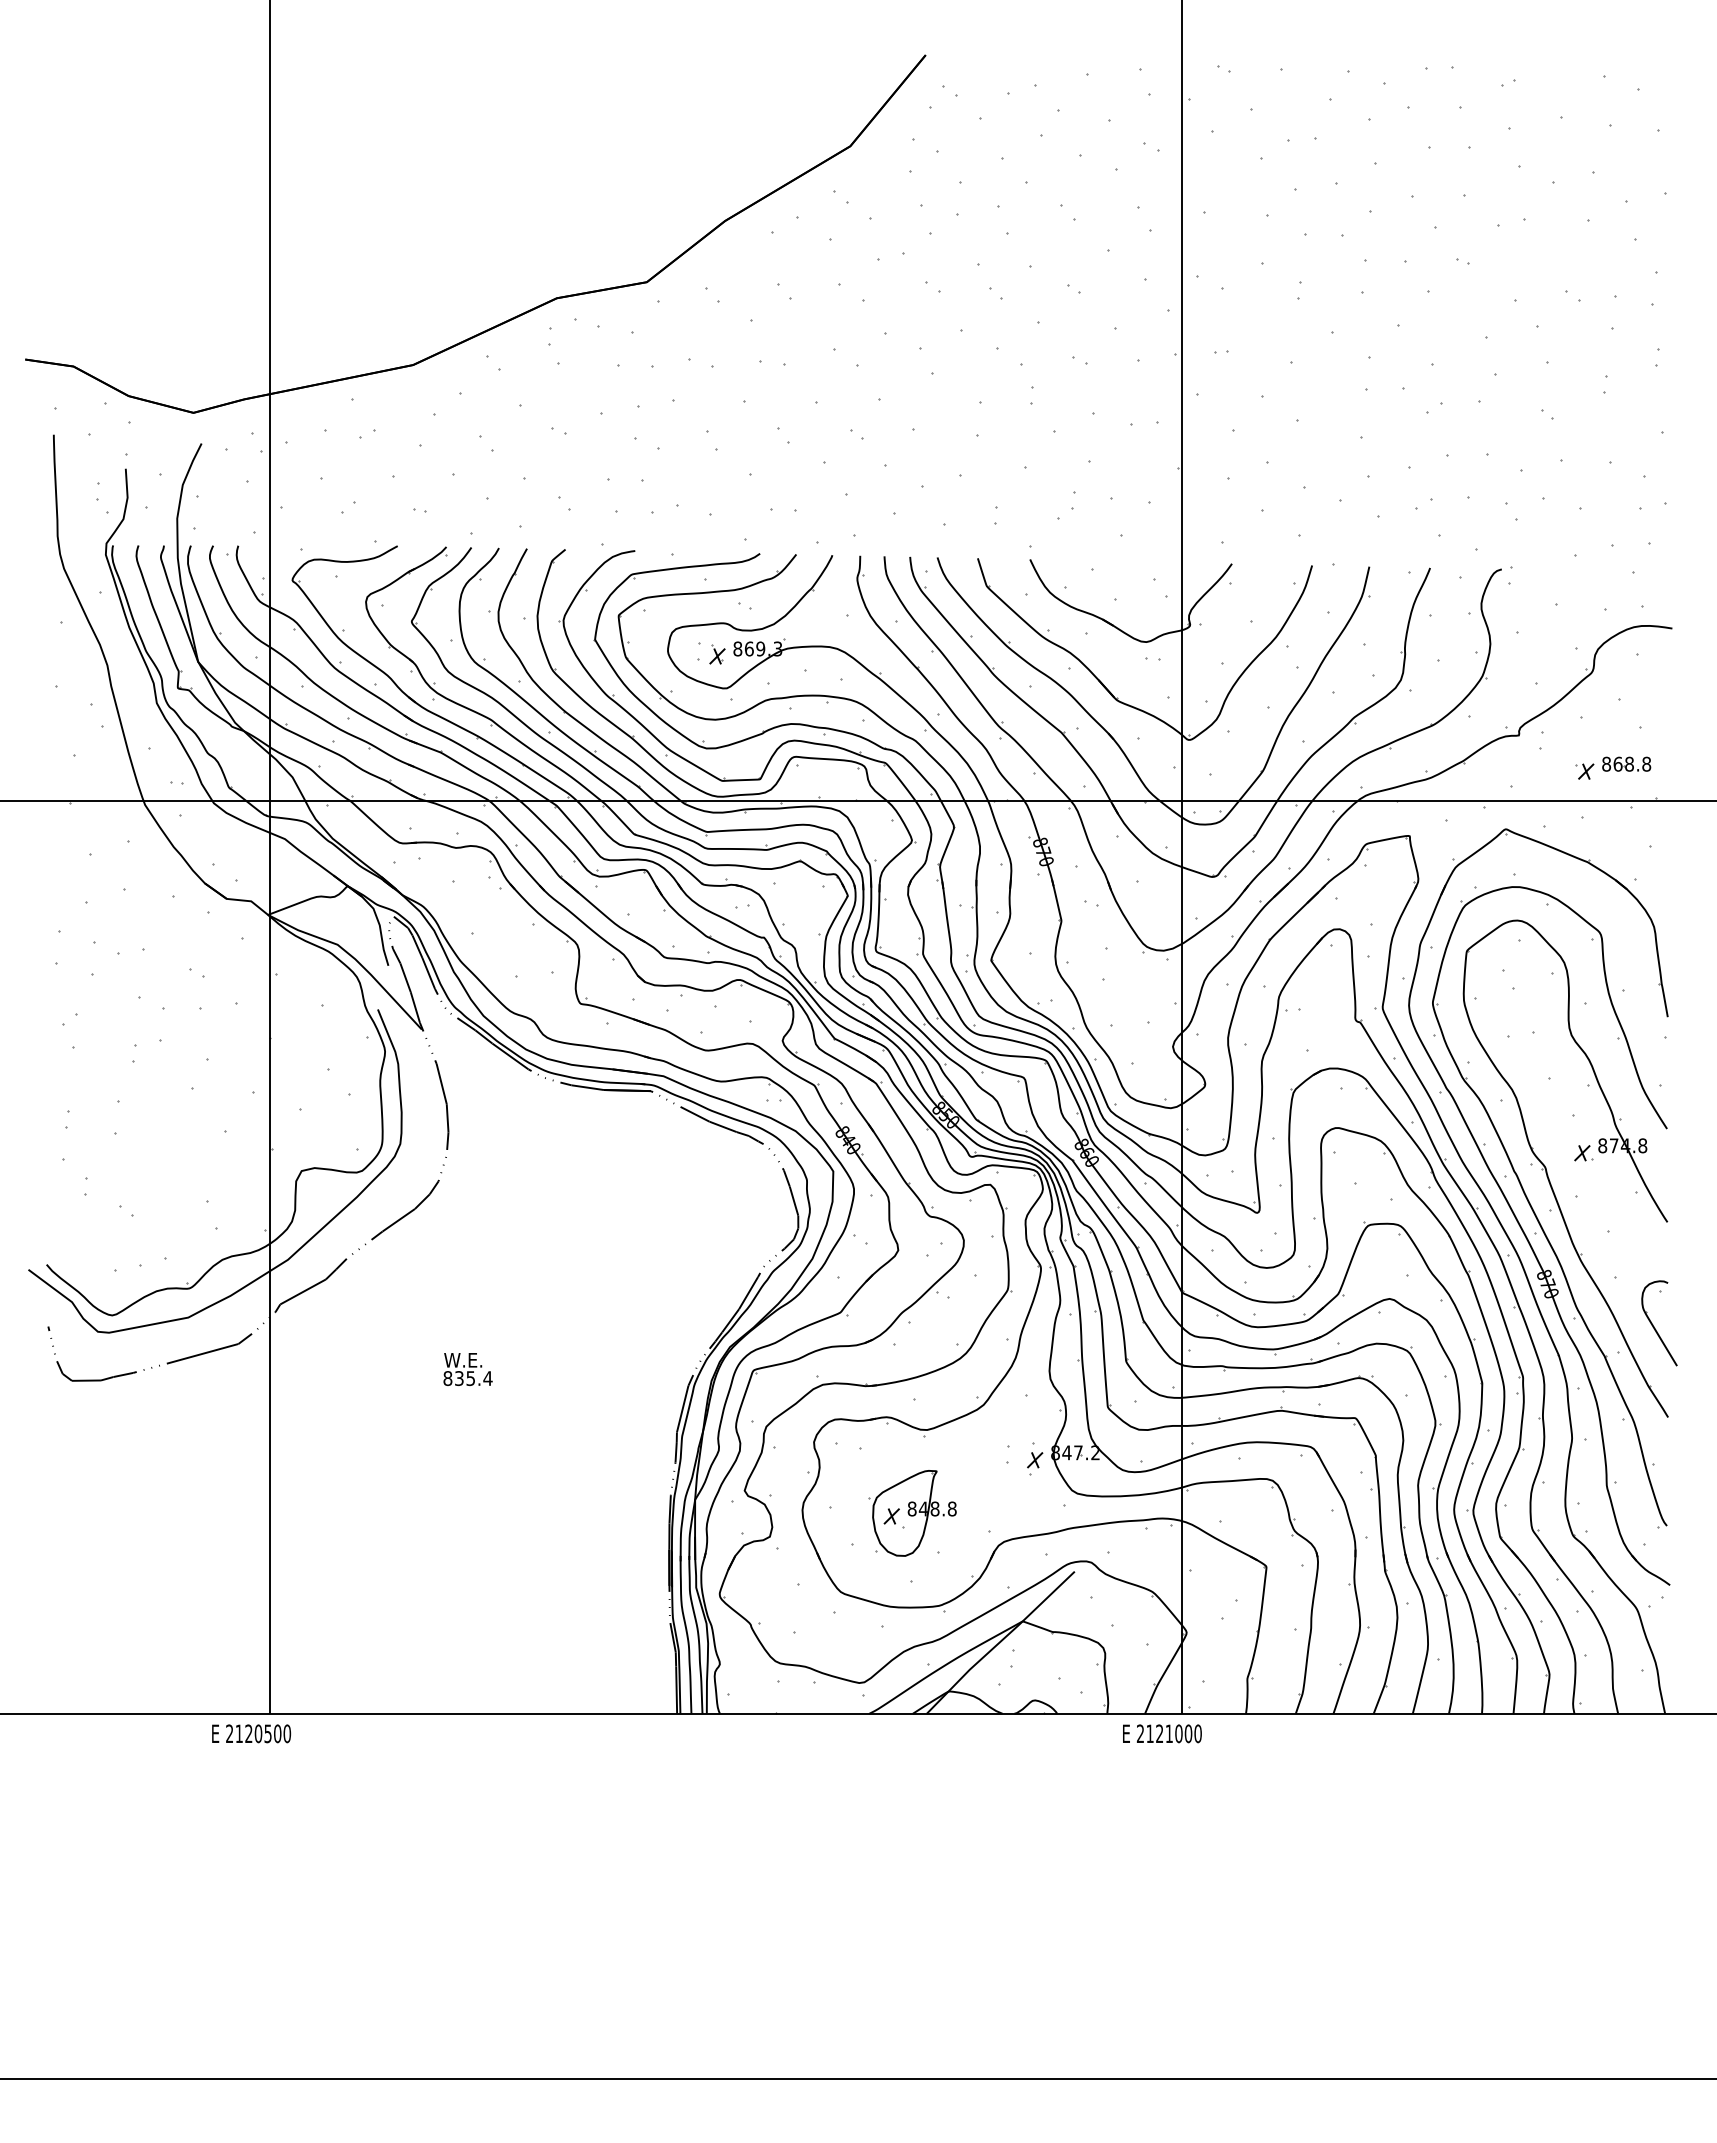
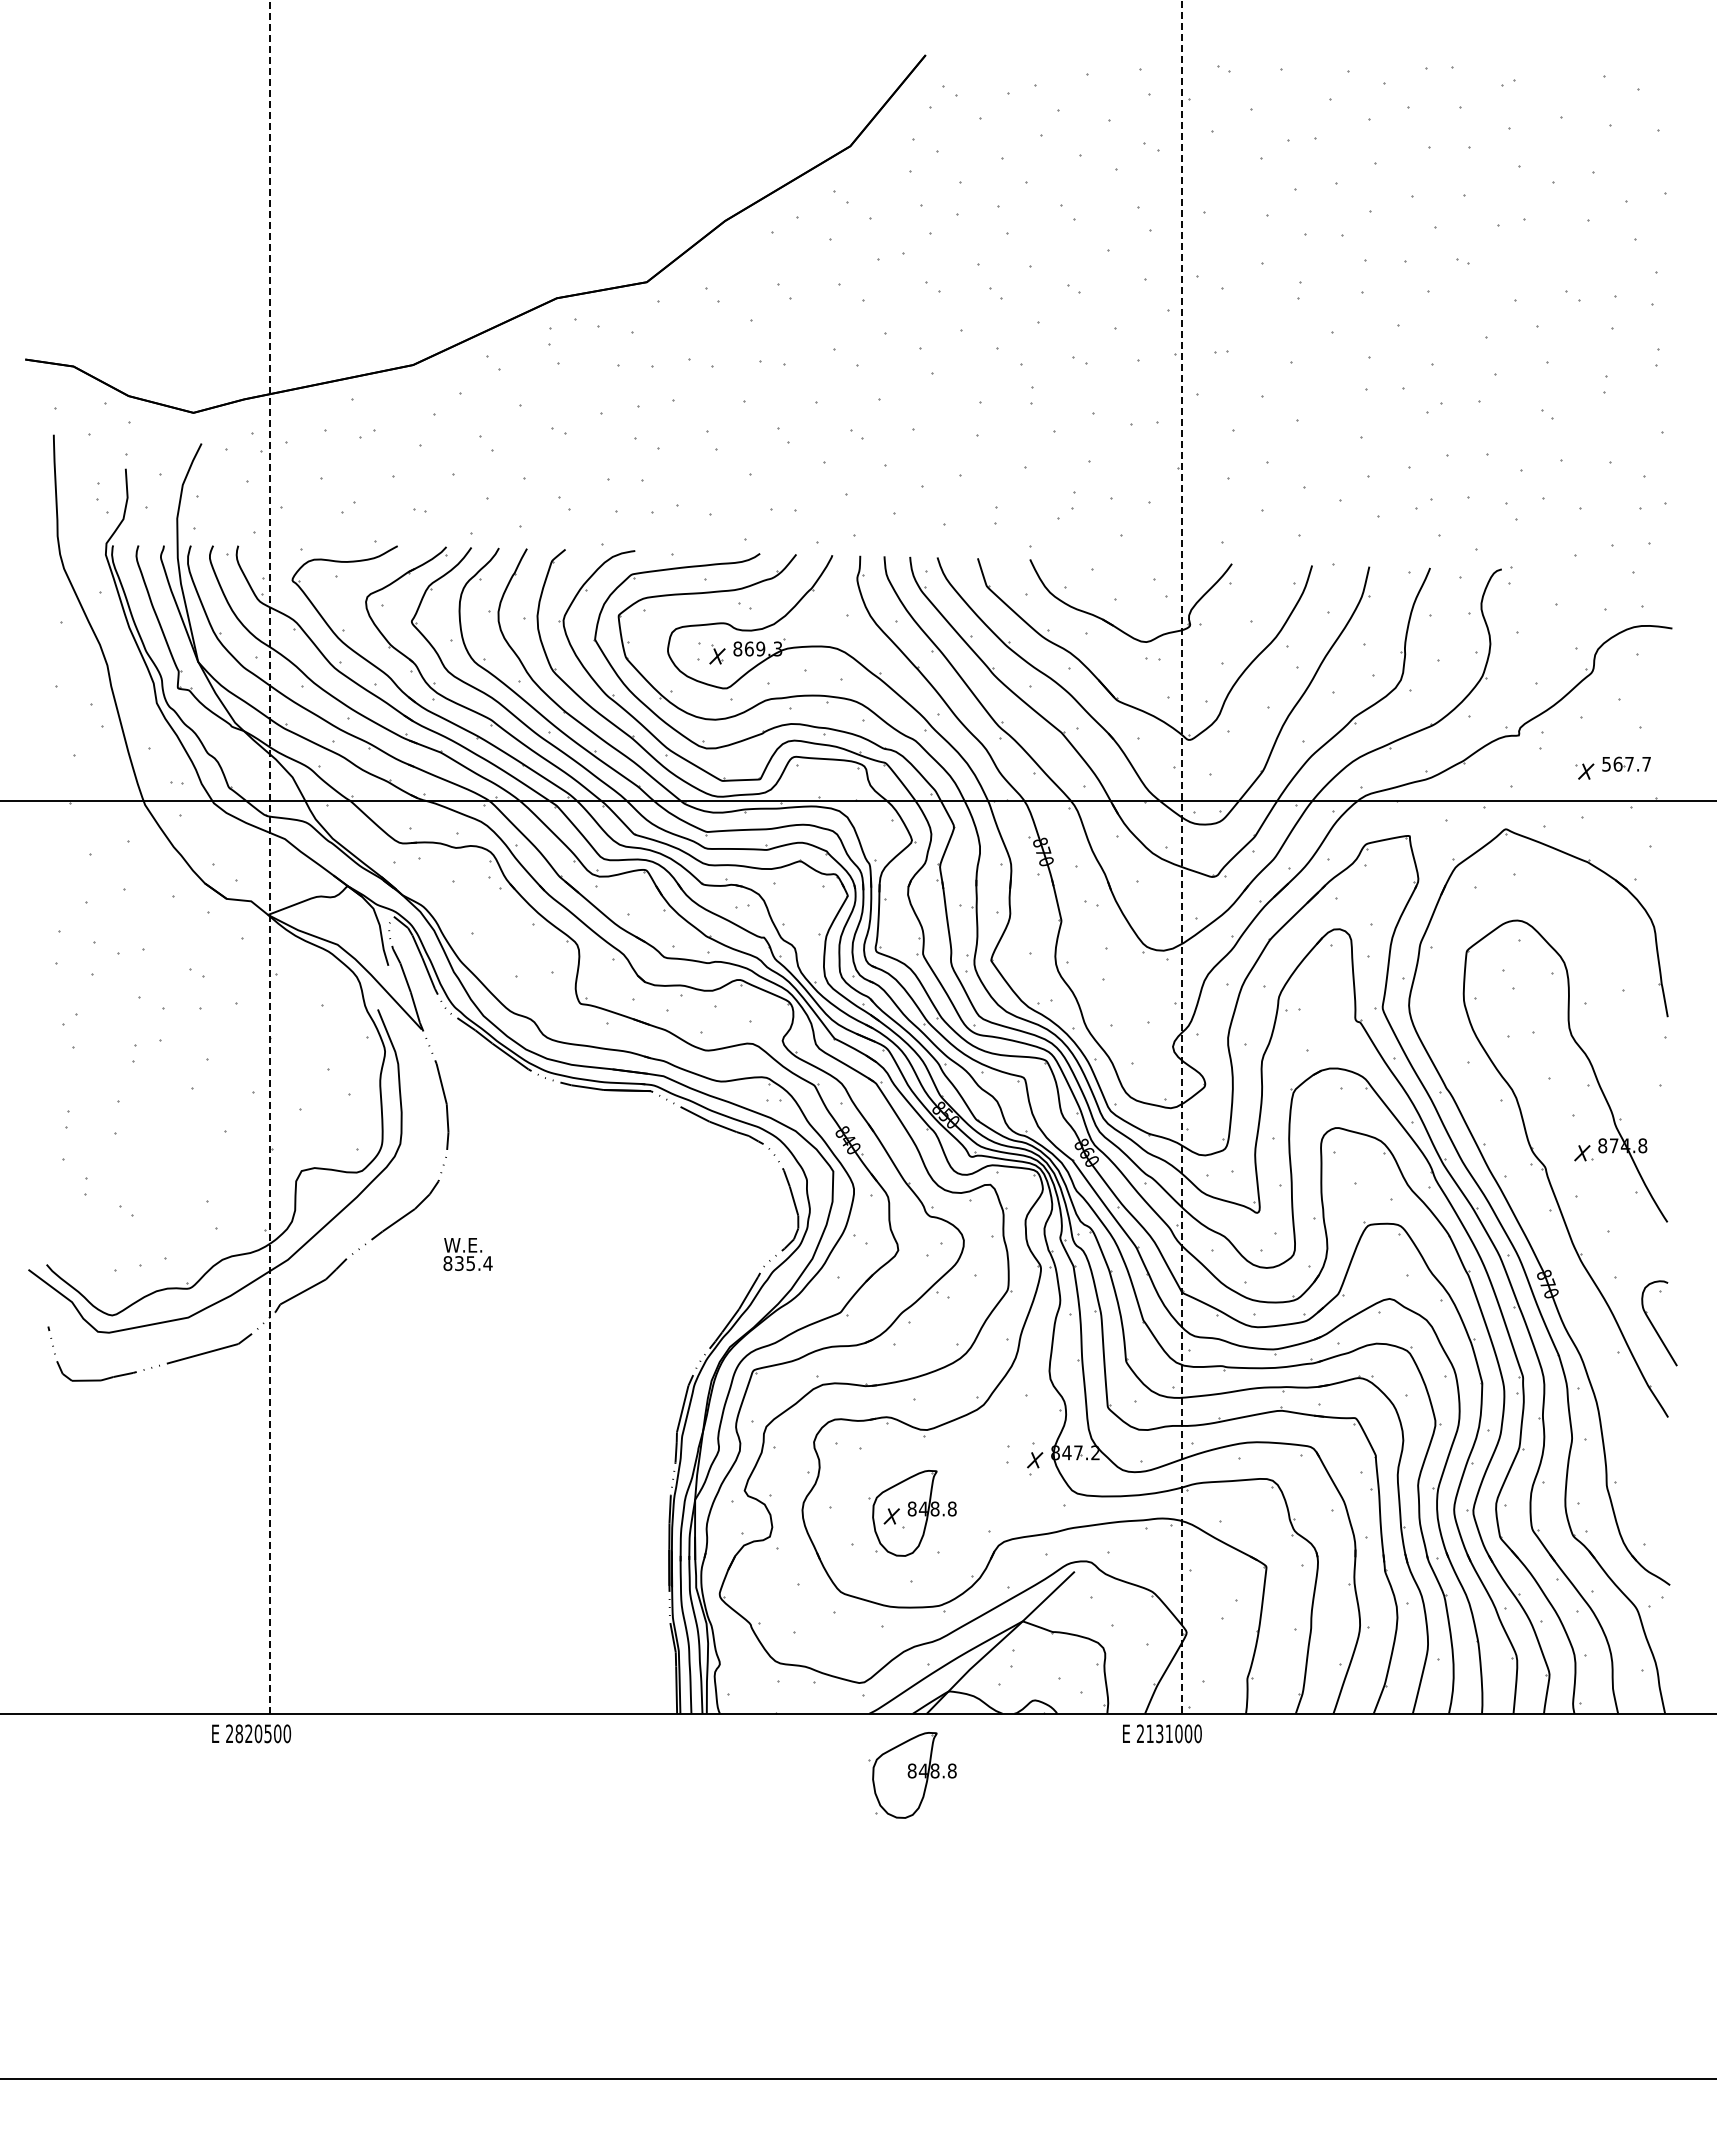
text at (1626, 763): 868.8 -> 567.7
line at (269, 856): solid -> dashed
line at (1182, 857): solid -> dashed
part at (1536, 1214): present -> none
text at (467, 1369) position: (467, 1369) -> (467, 1254)
text at (239, 1733): 2120500 -> 2820500
text at (1159, 1734): 2121000 -> 2131000
part at (912, 1775): none -> present
